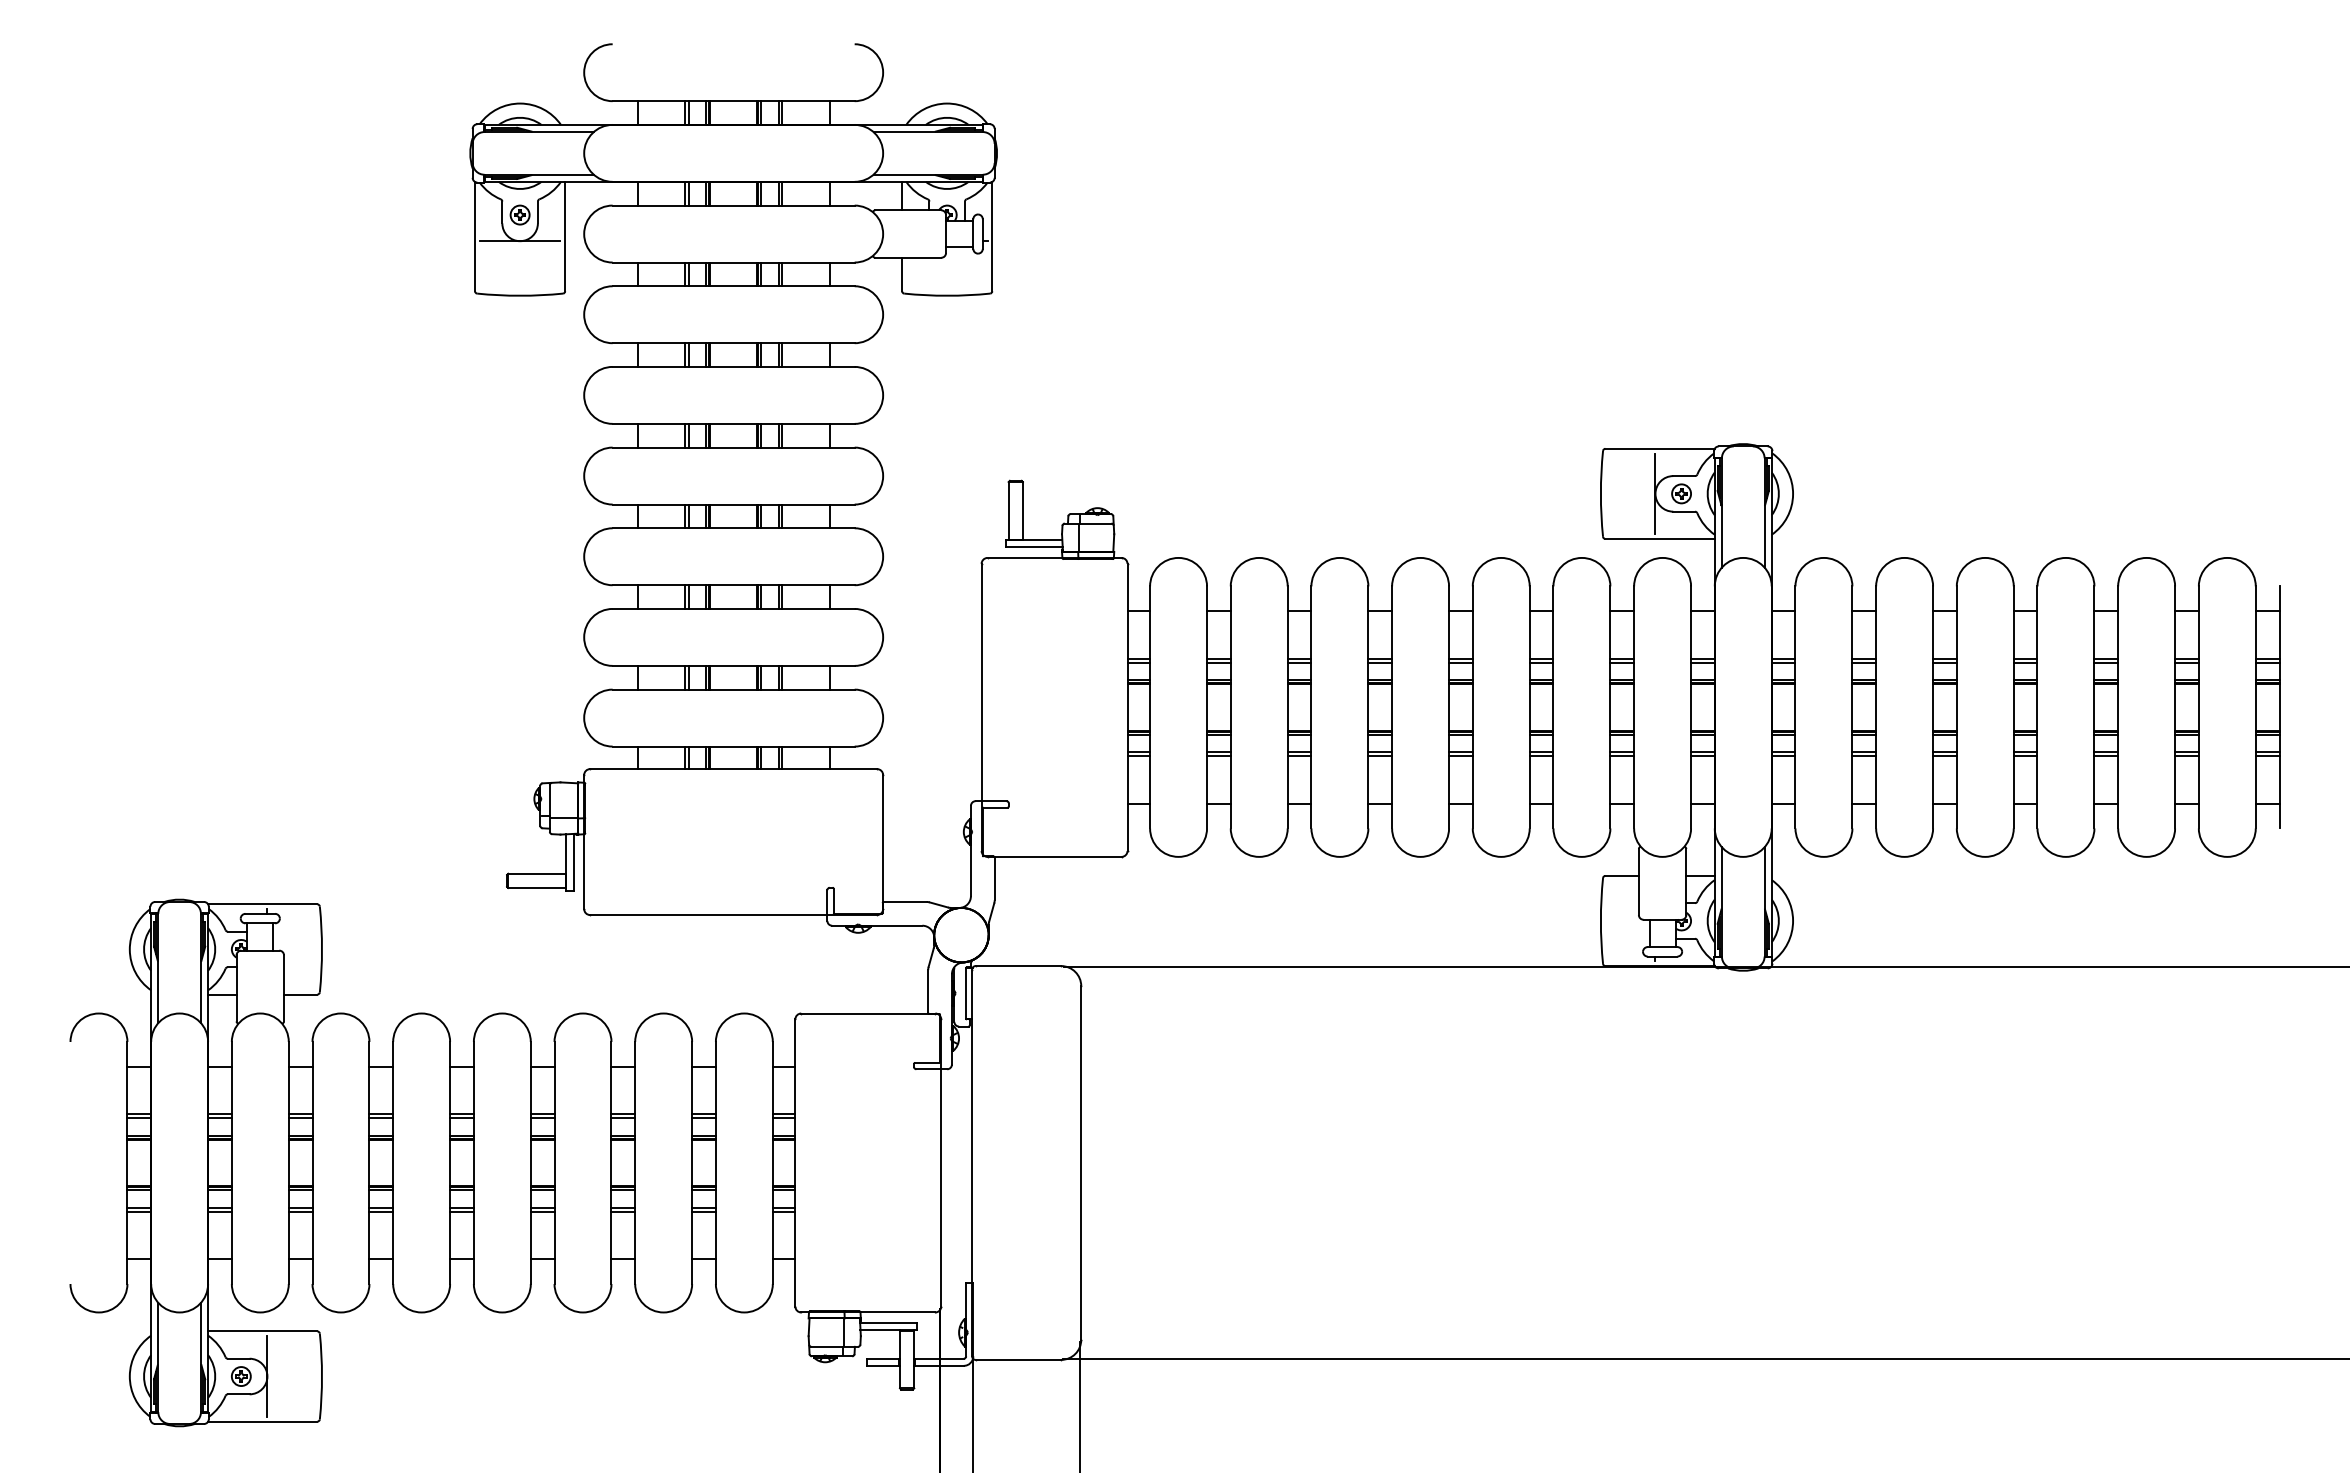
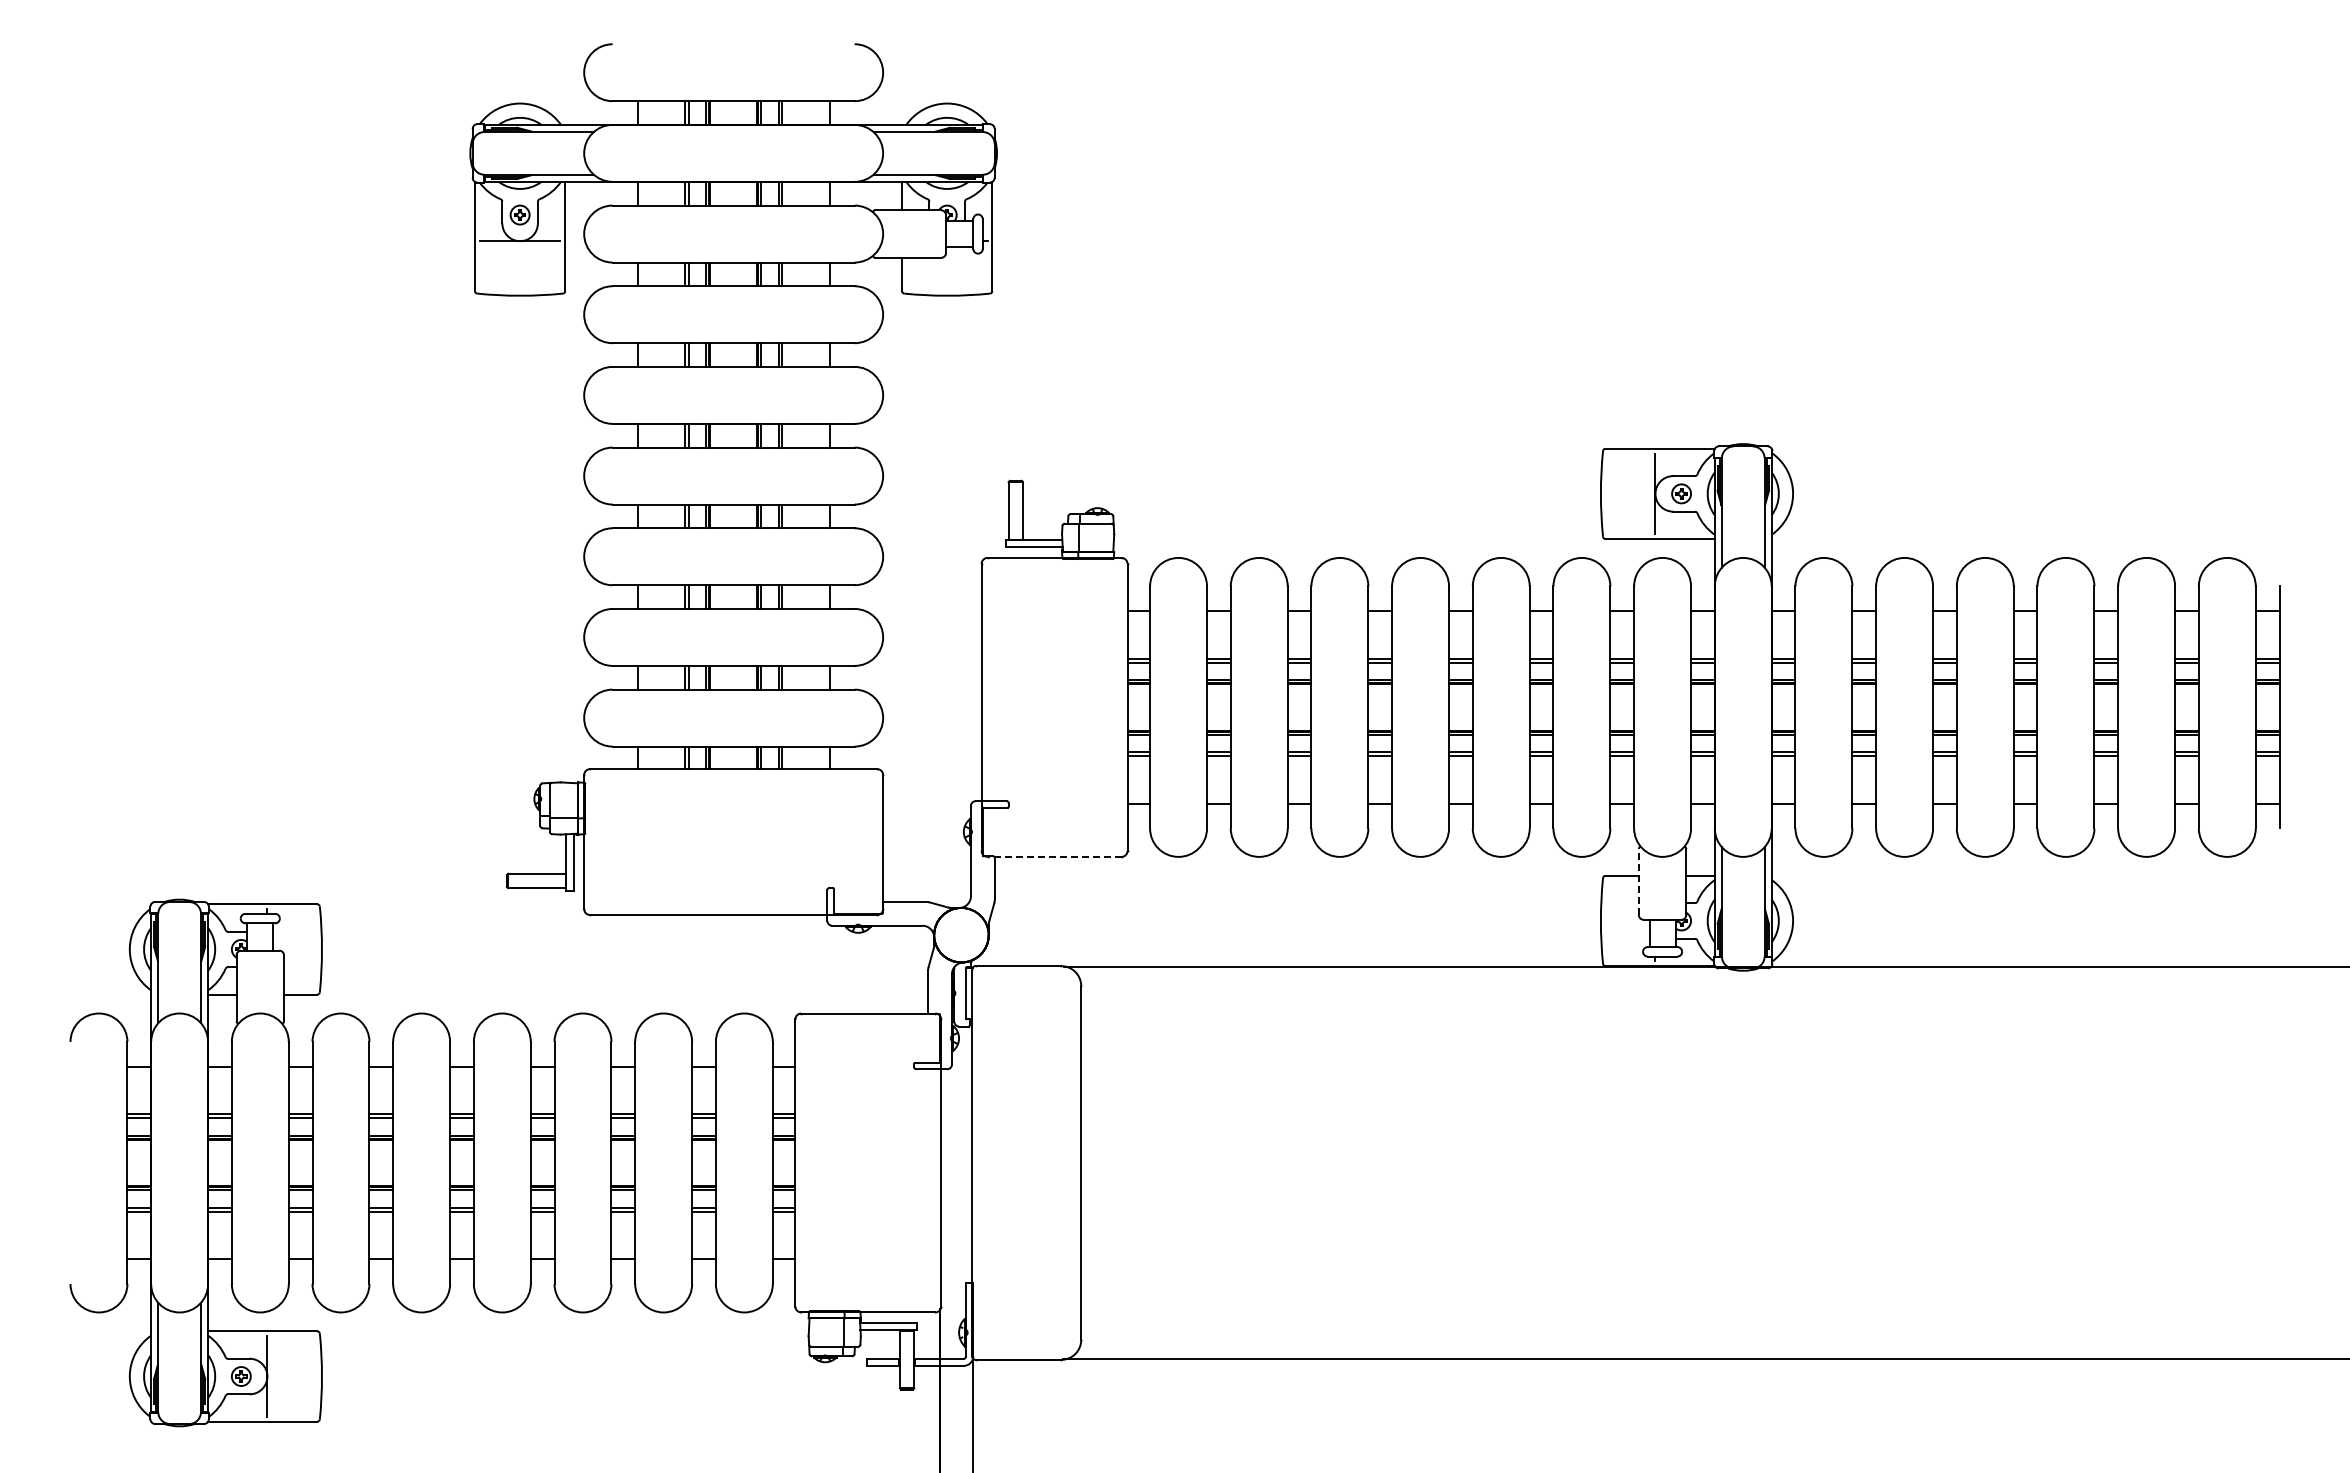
line at (1054, 856): solid -> dashed
line at (1638, 881): solid -> dashed
line at (1080, 1405): present -> none
